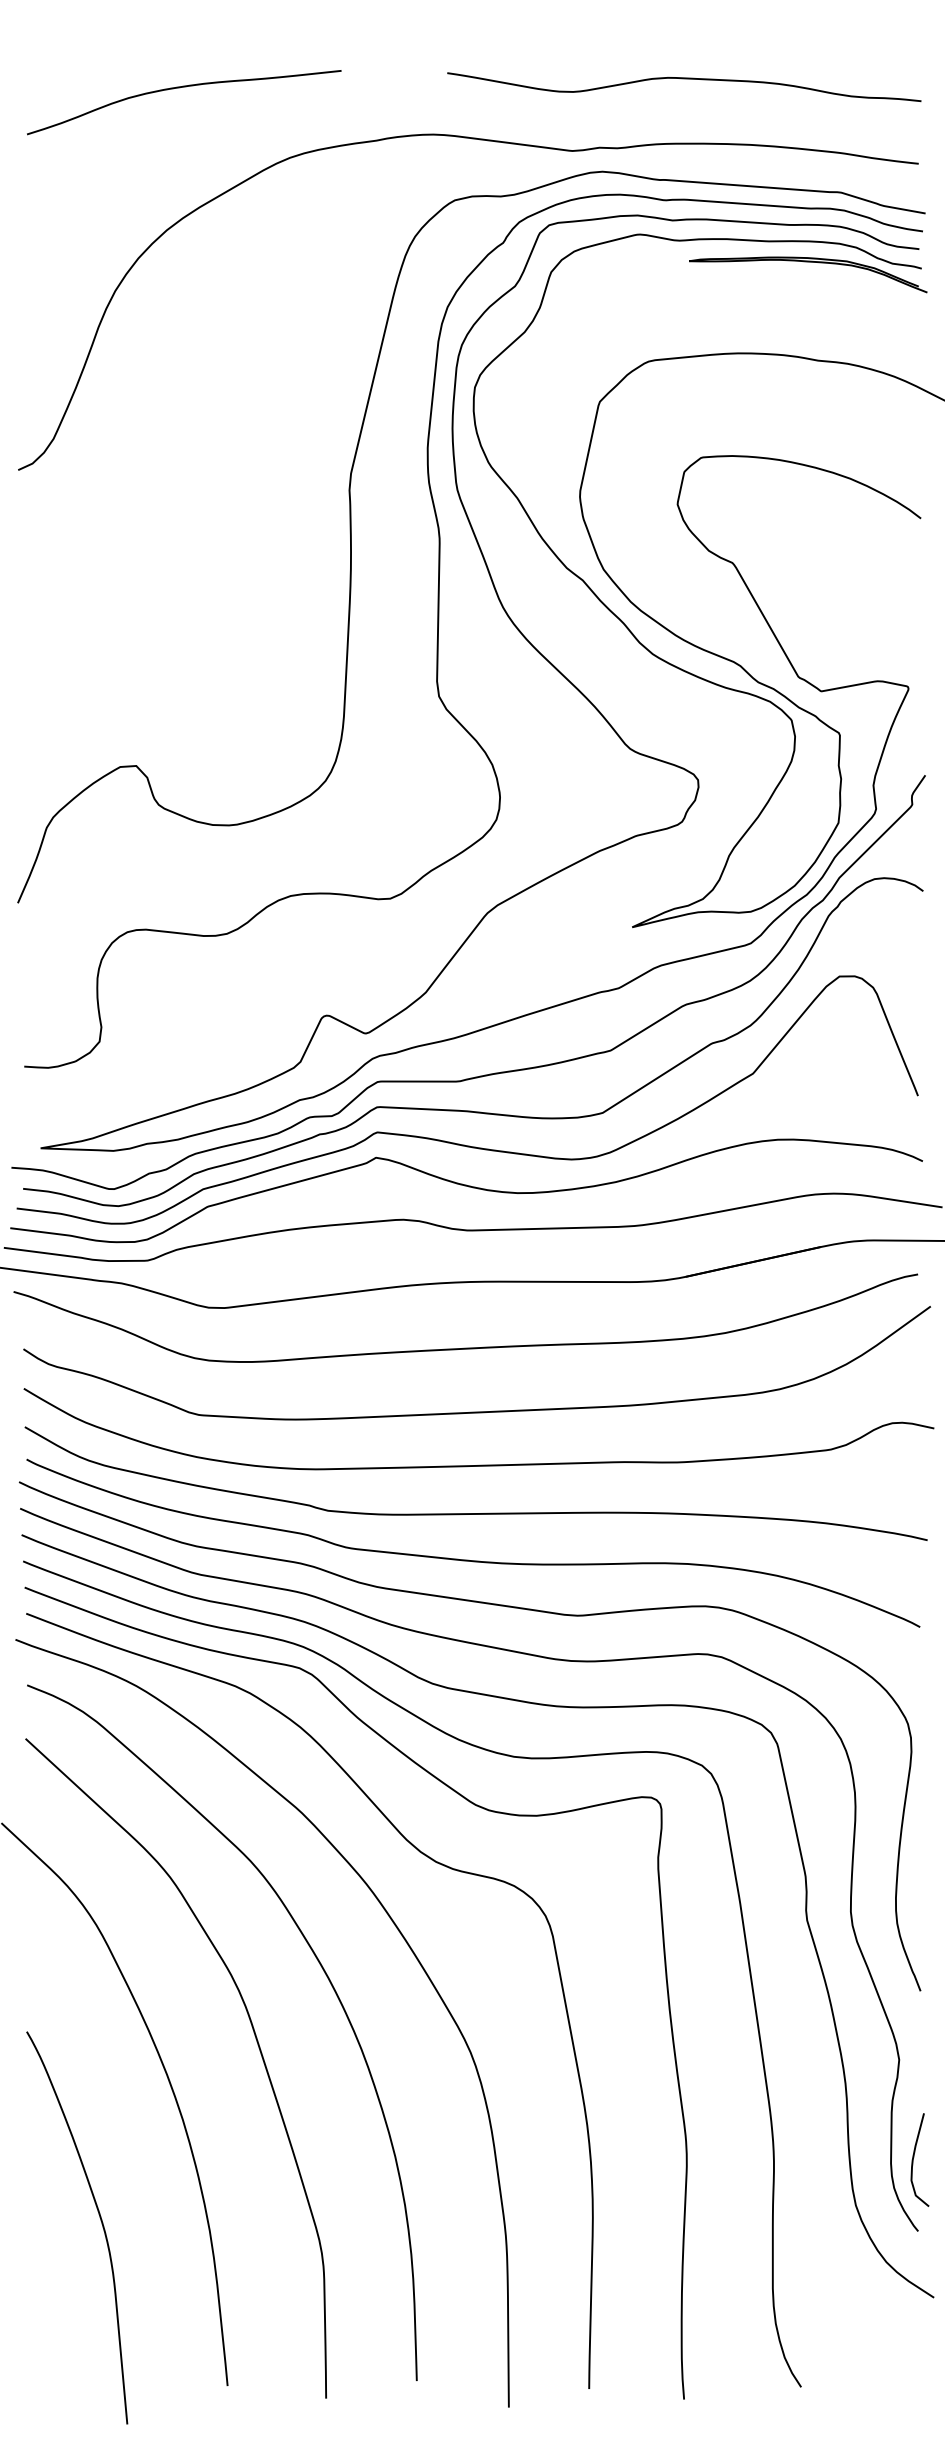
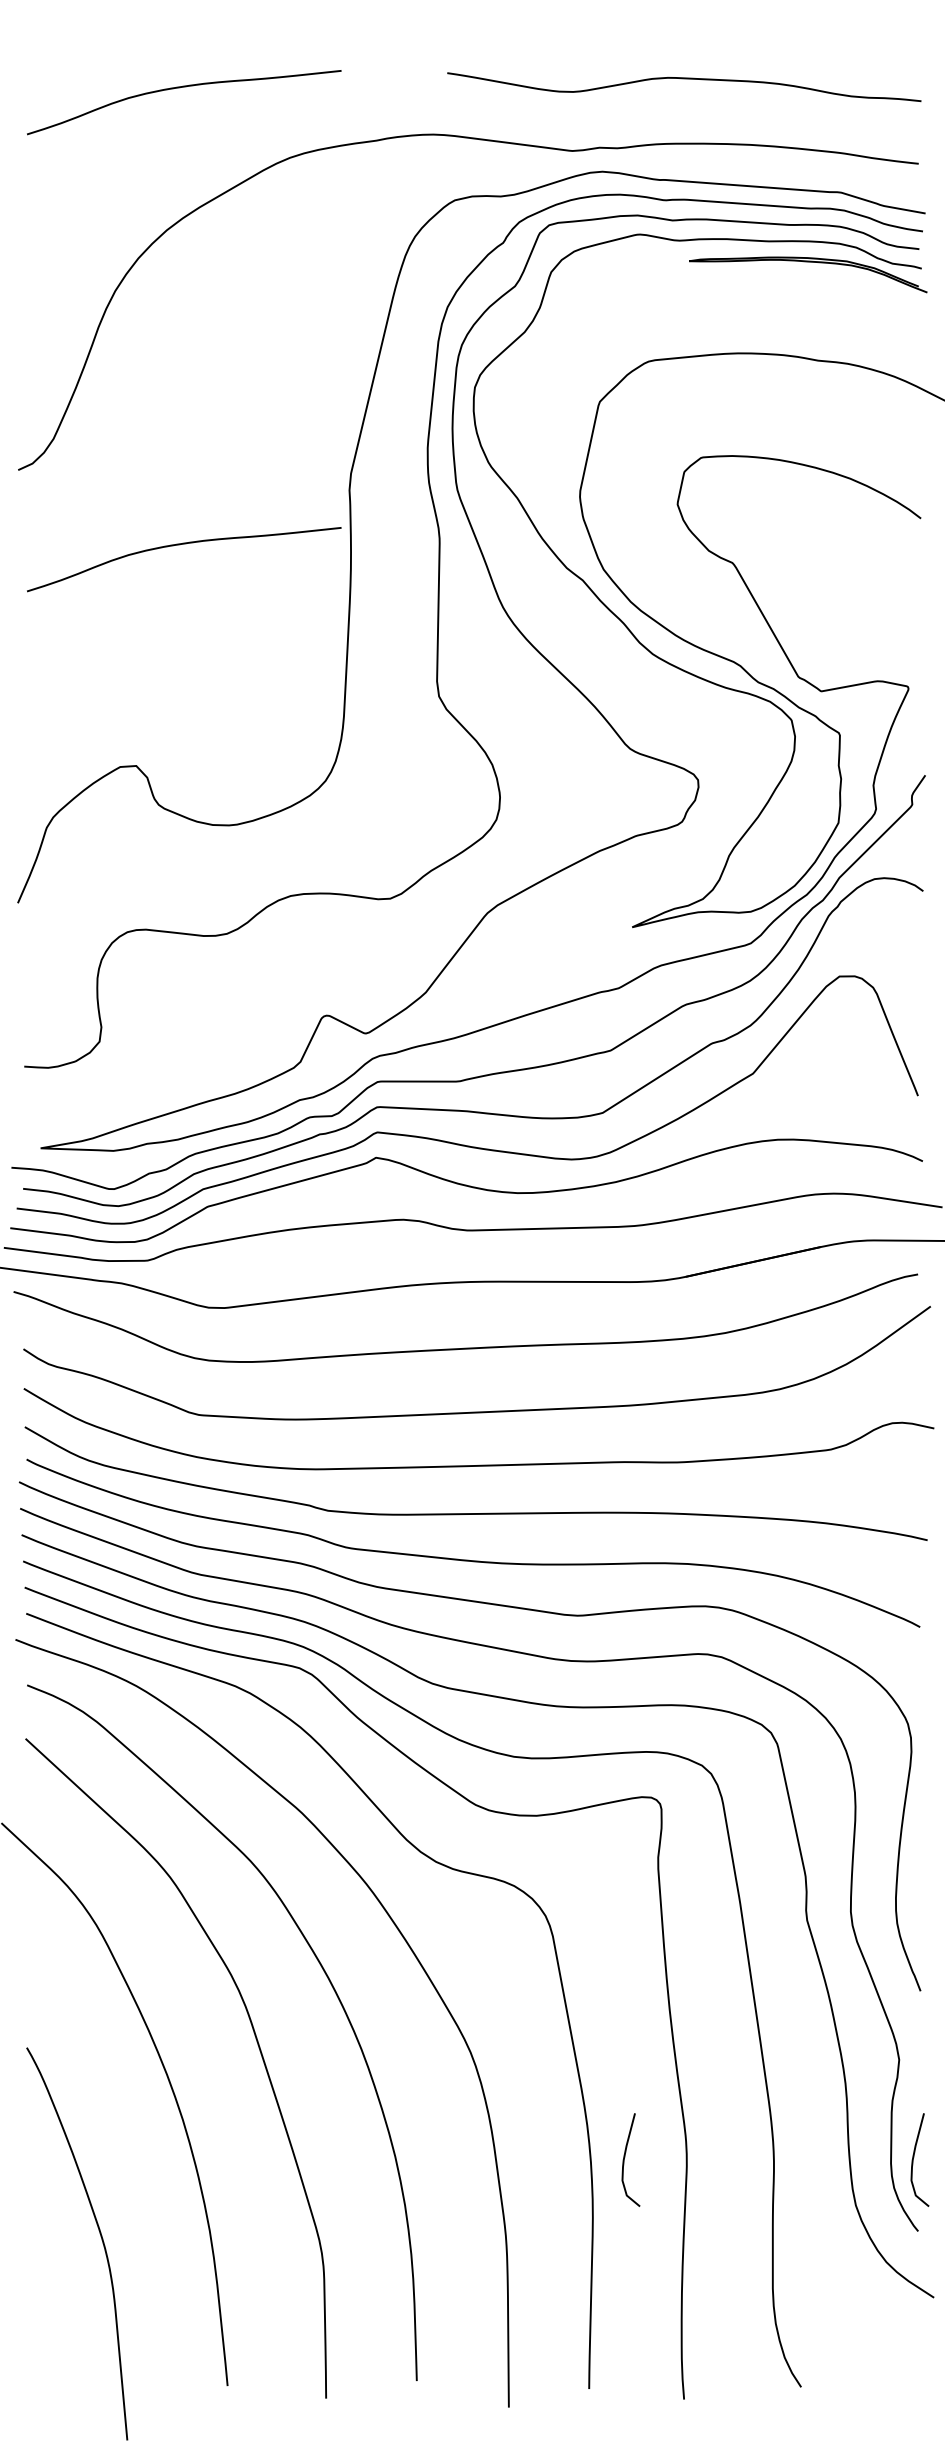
curve at (179, 545): none -> present
curve at (625, 2157): none -> present
curve at (100, 2220) position: (100, 2220) -> (100, 2236)
